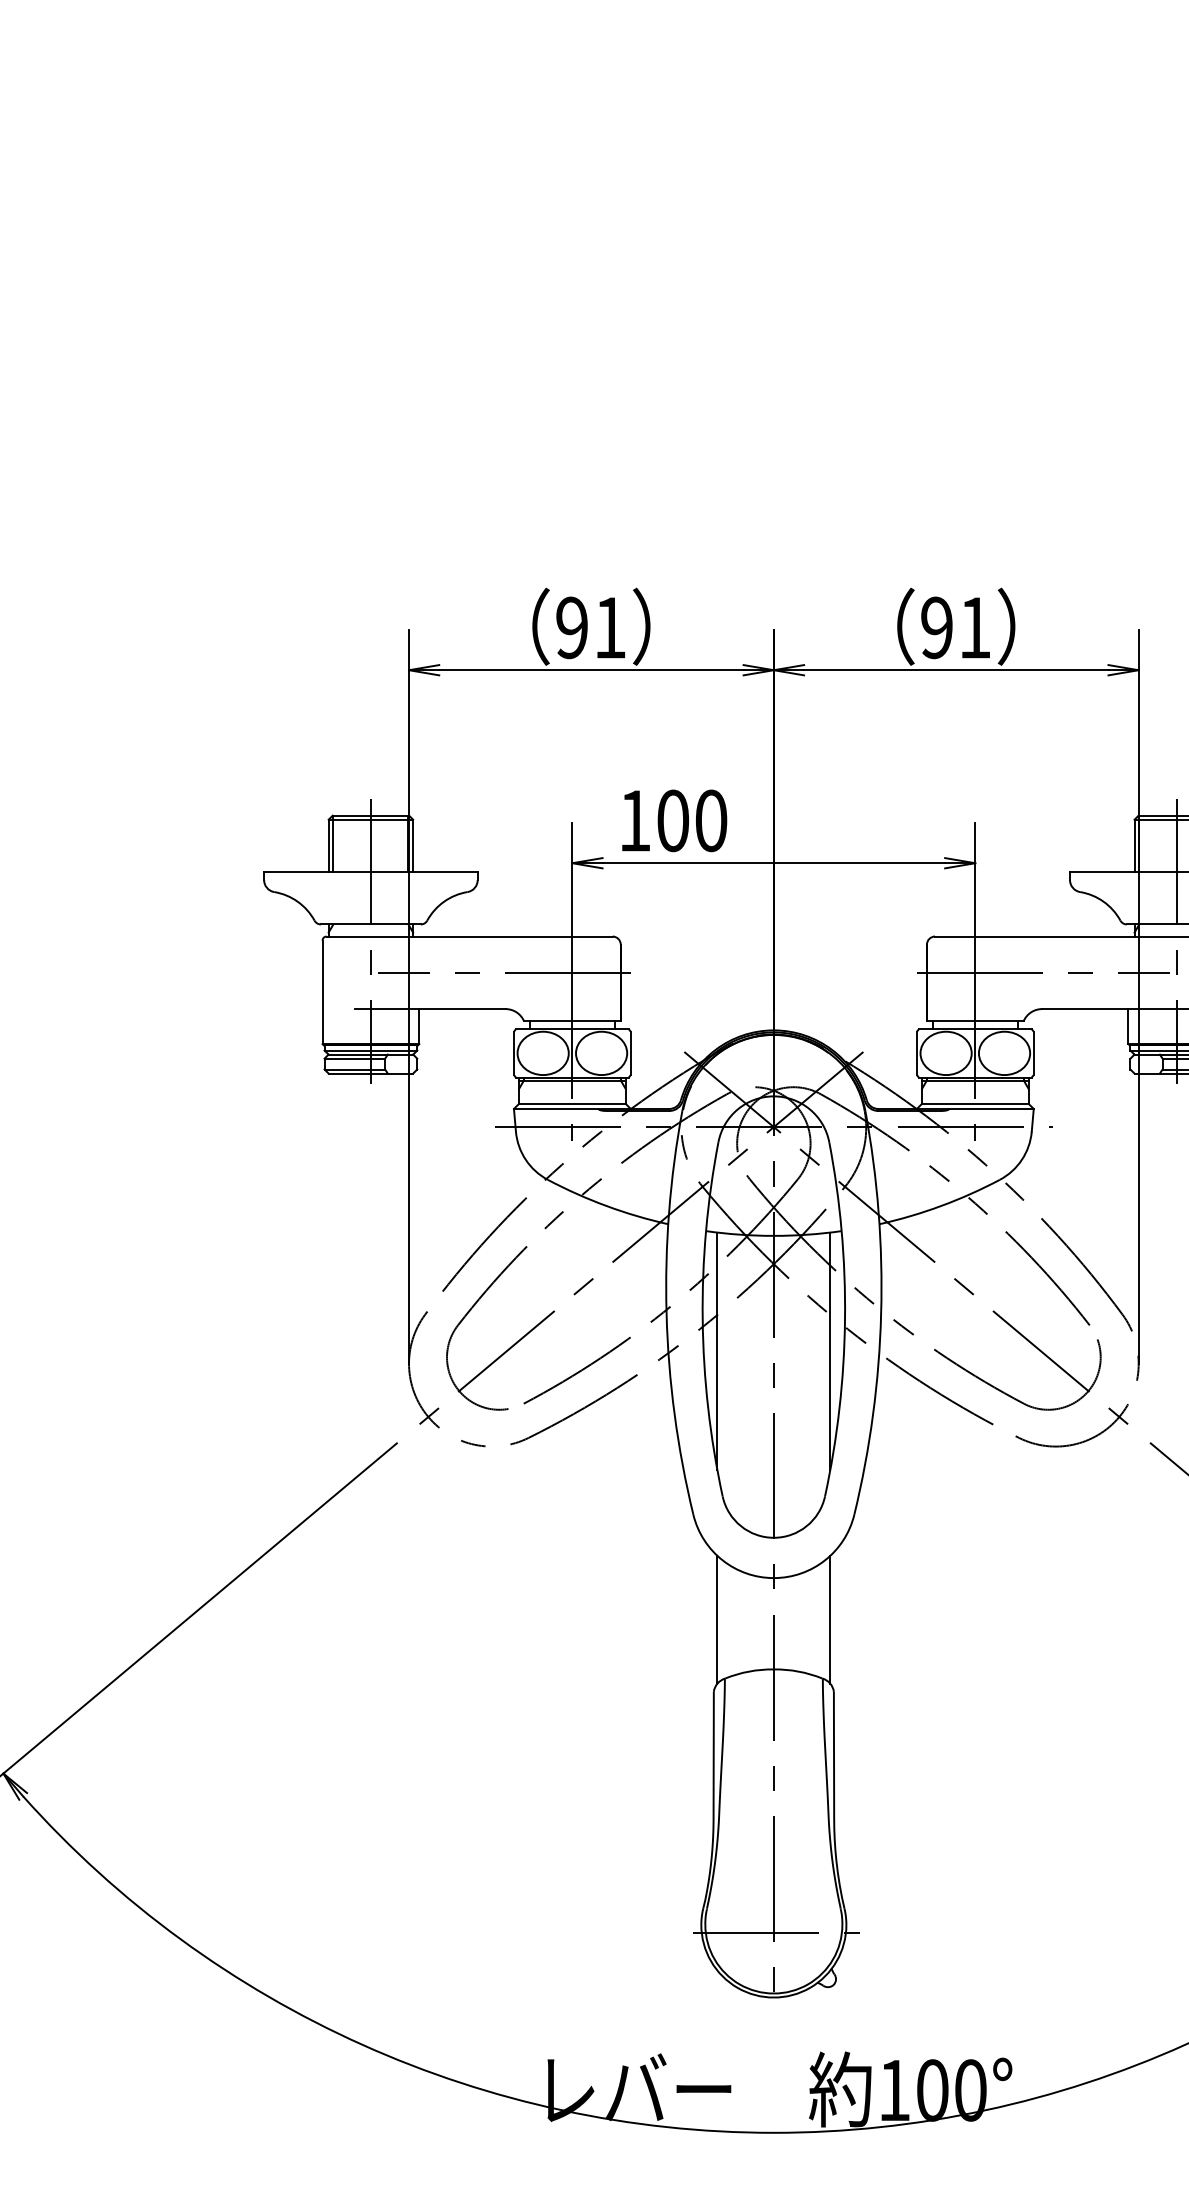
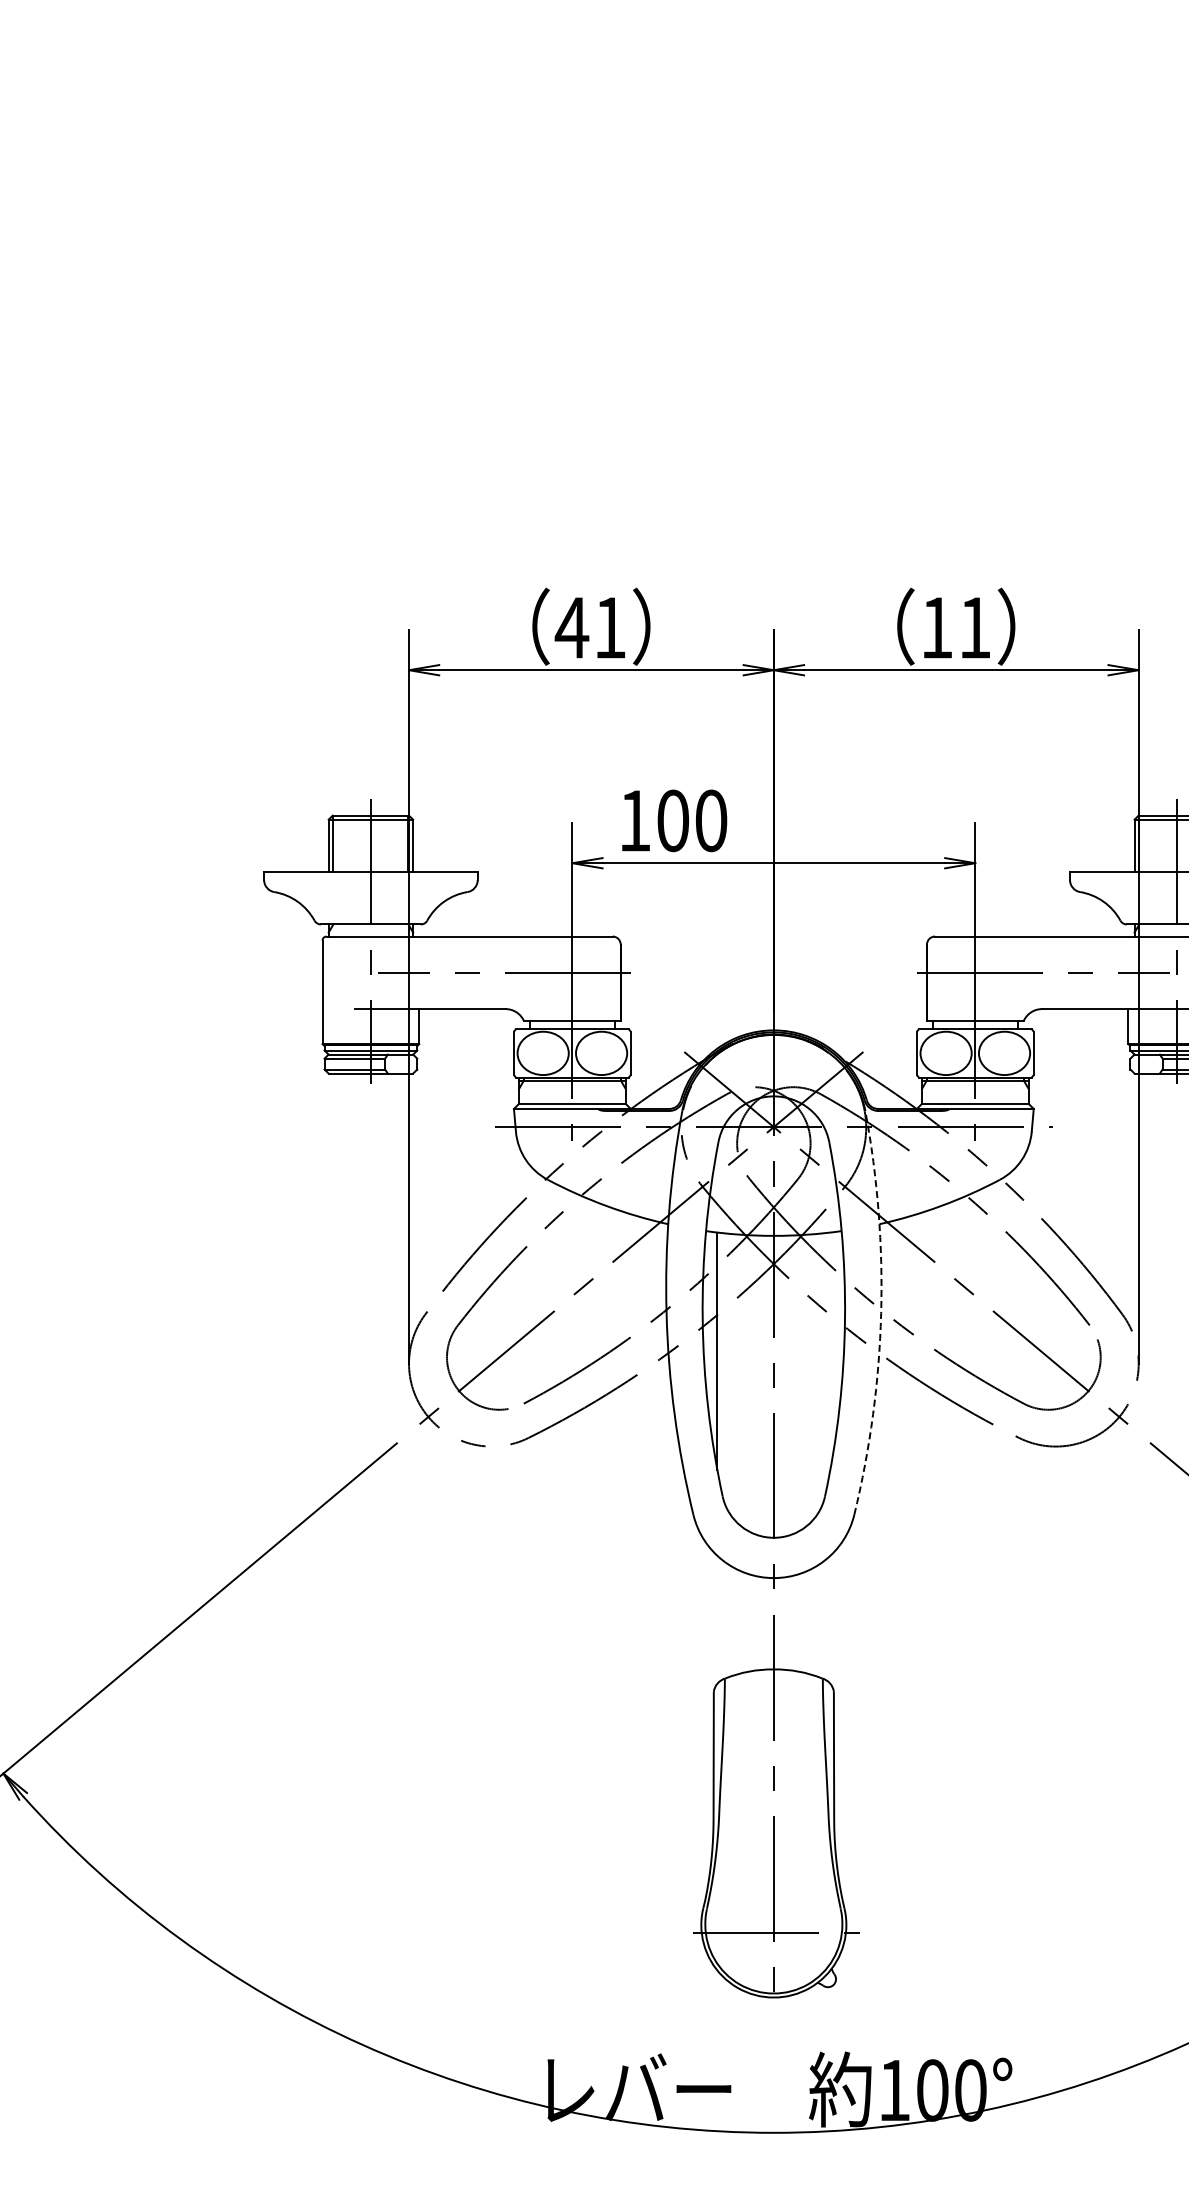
text at (571, 627): 91 -> 41
text at (936, 627): 91 -> 11
arc at (881, 1313): solid -> dashed
line at (830, 1351): present -> none
line at (717, 1619): present -> none
line at (830, 1619): present -> none
